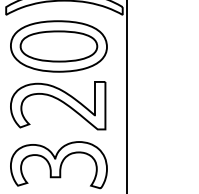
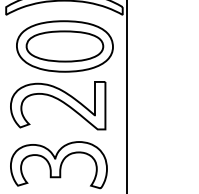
part at (58, 46) position: (58, 46) -> (64, 46)
